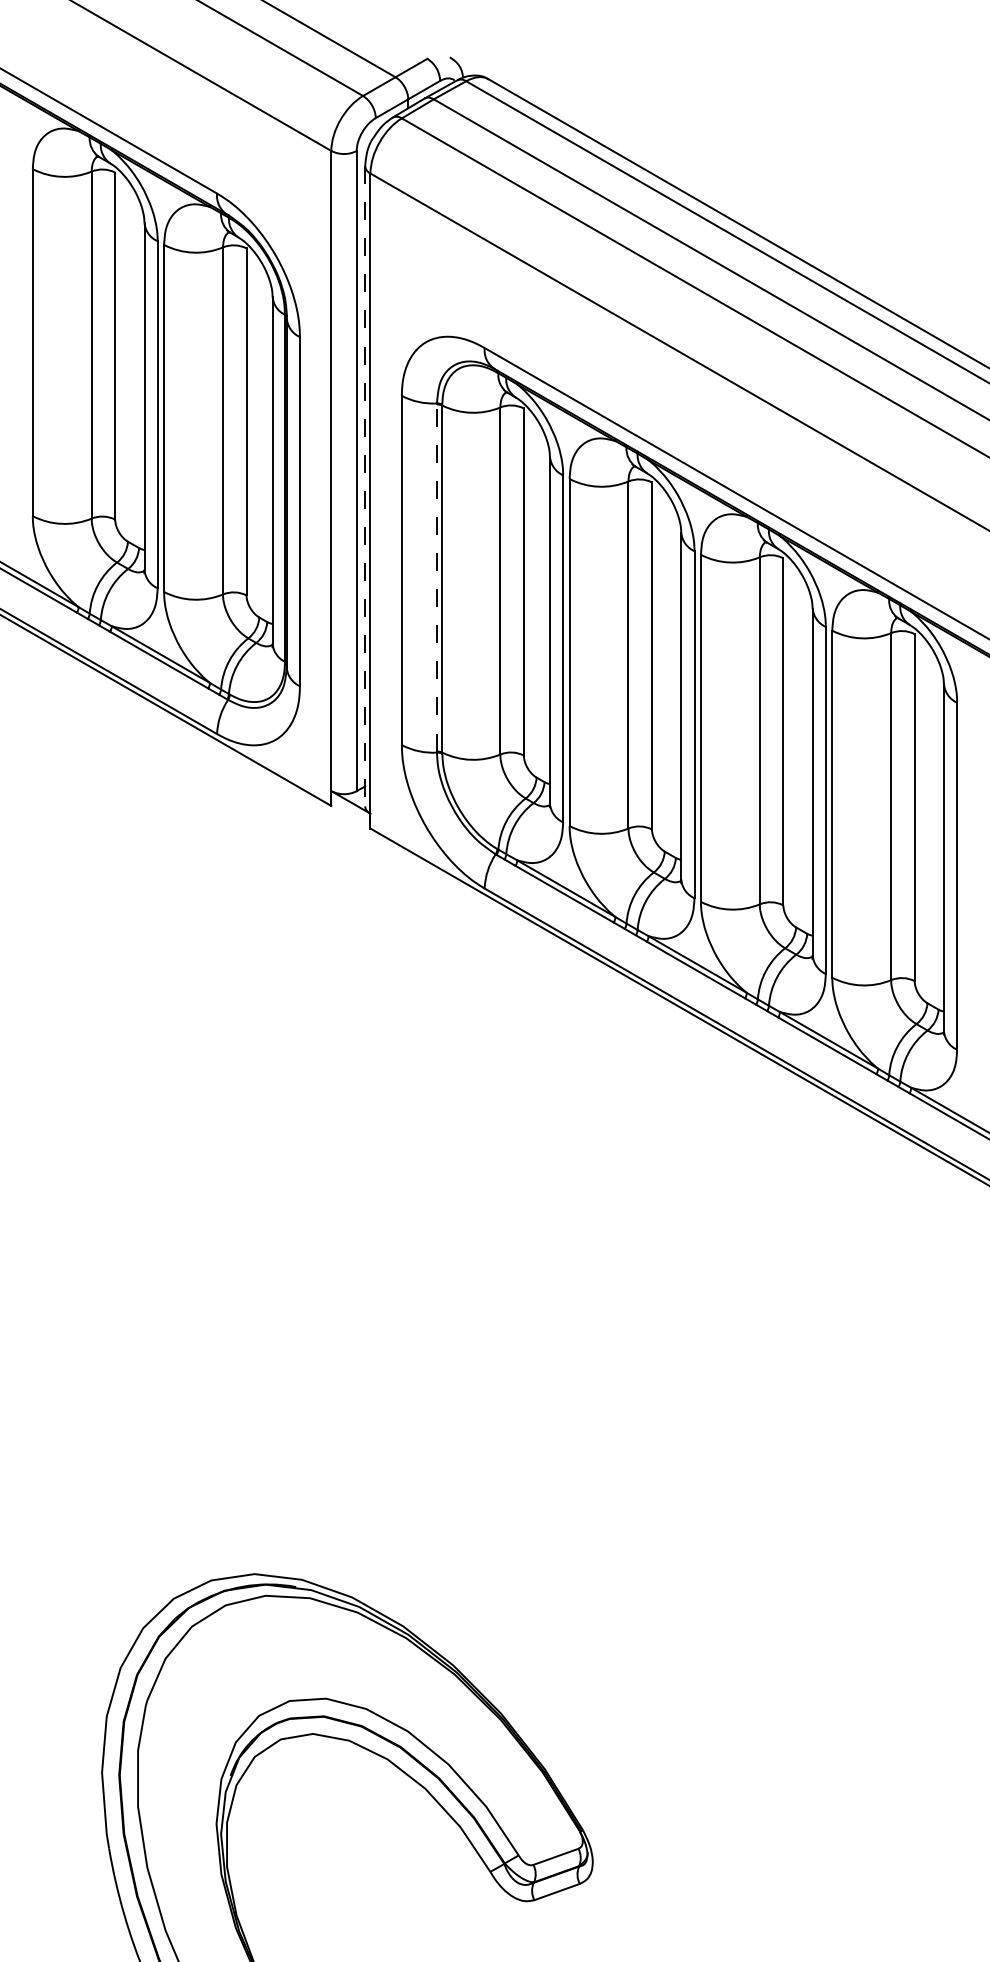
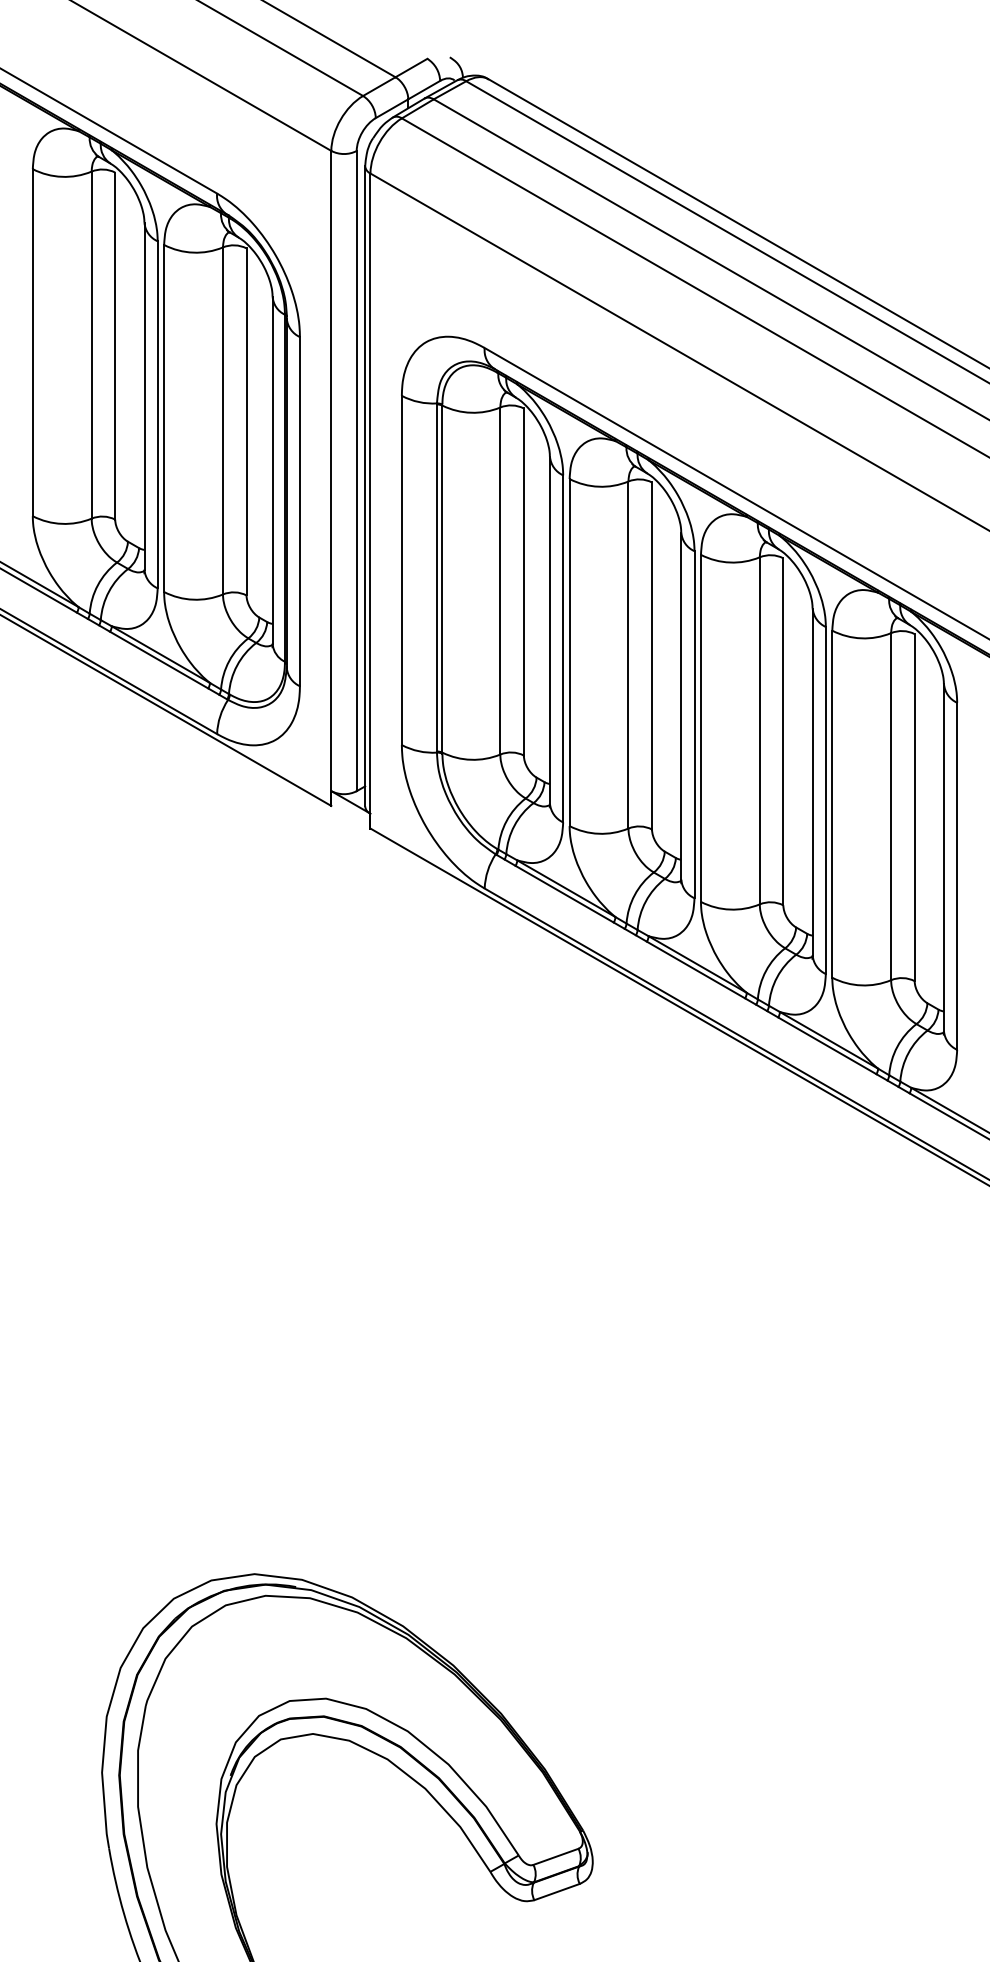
line at (365, 486): dashed -> solid
line at (436, 578): dashed -> solid
